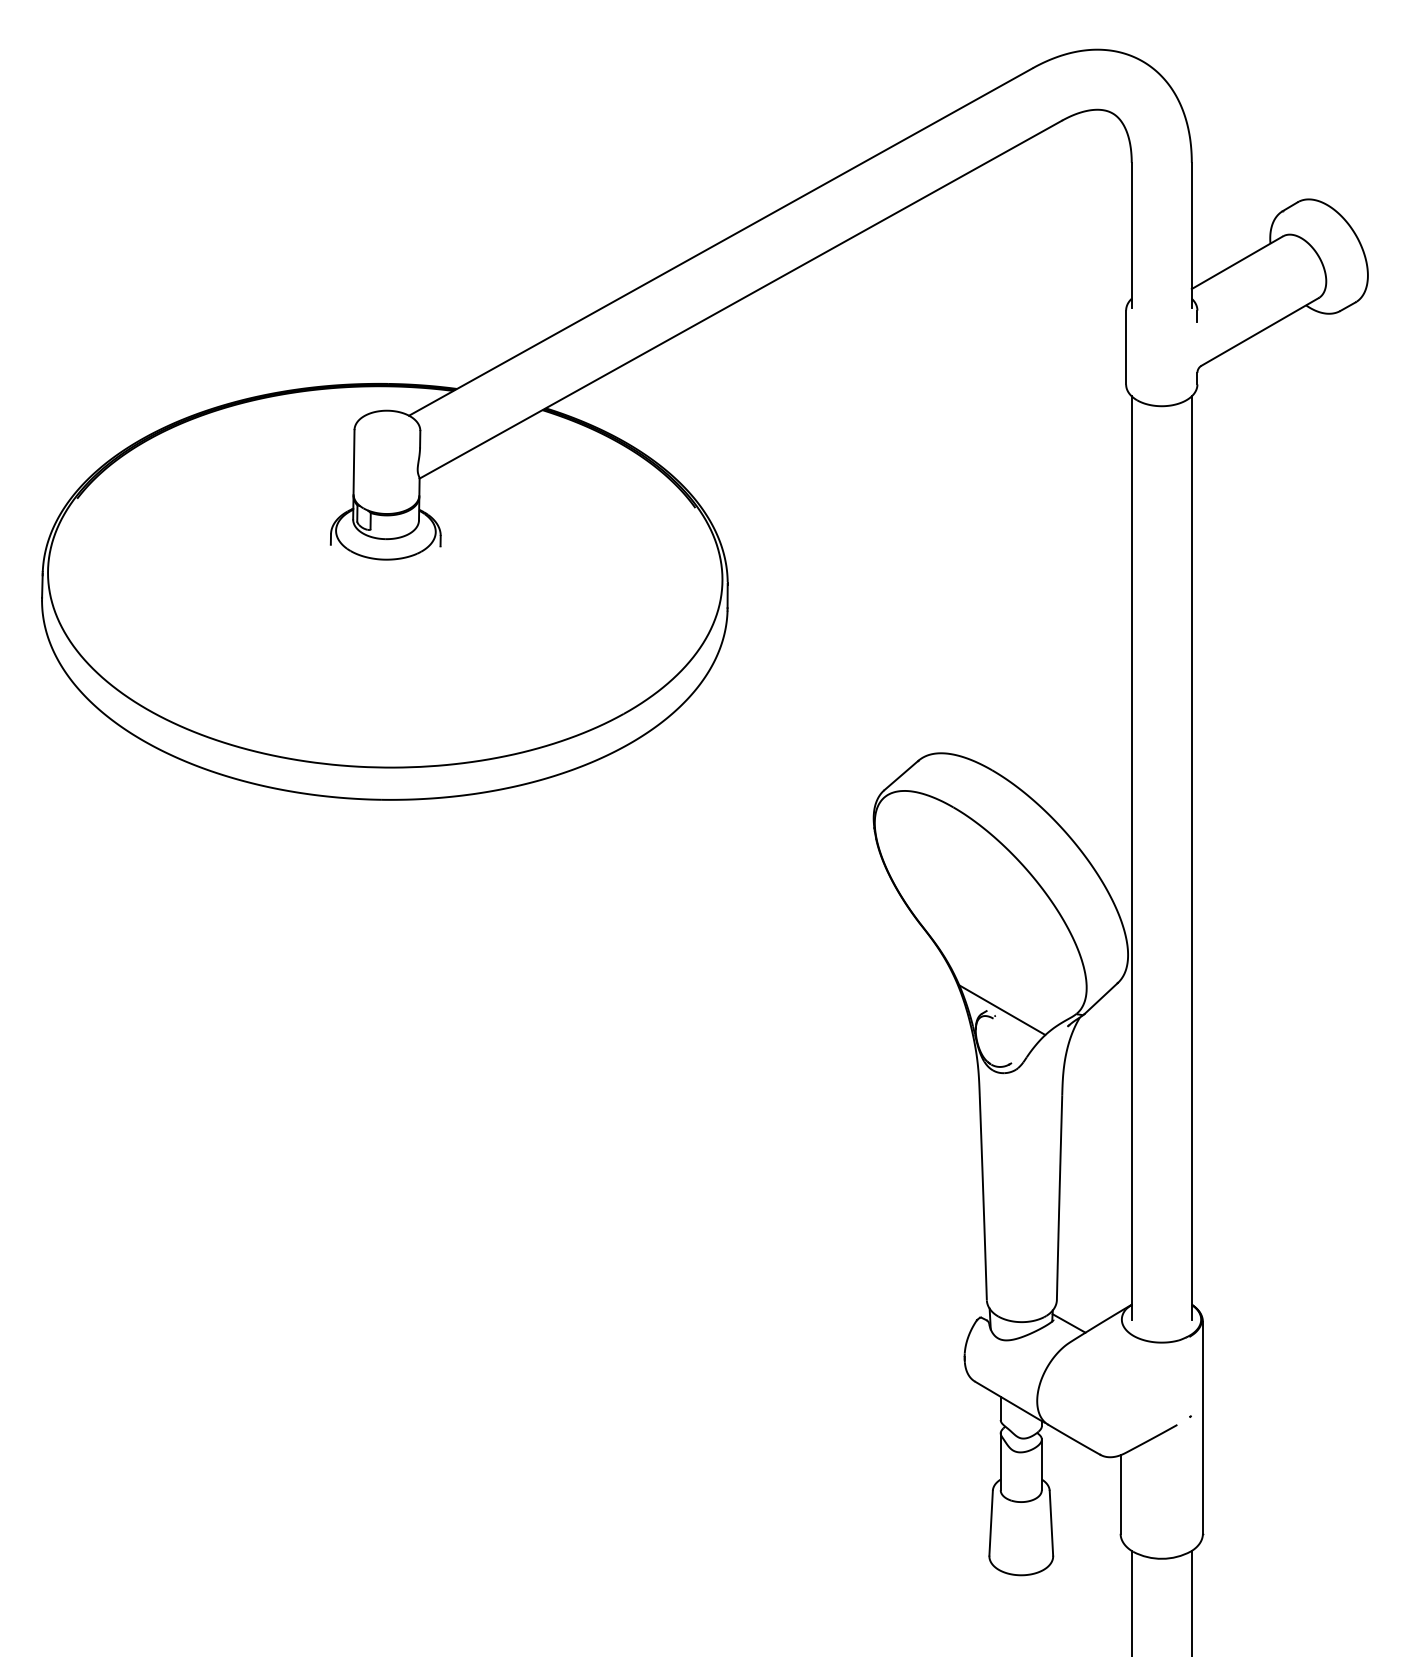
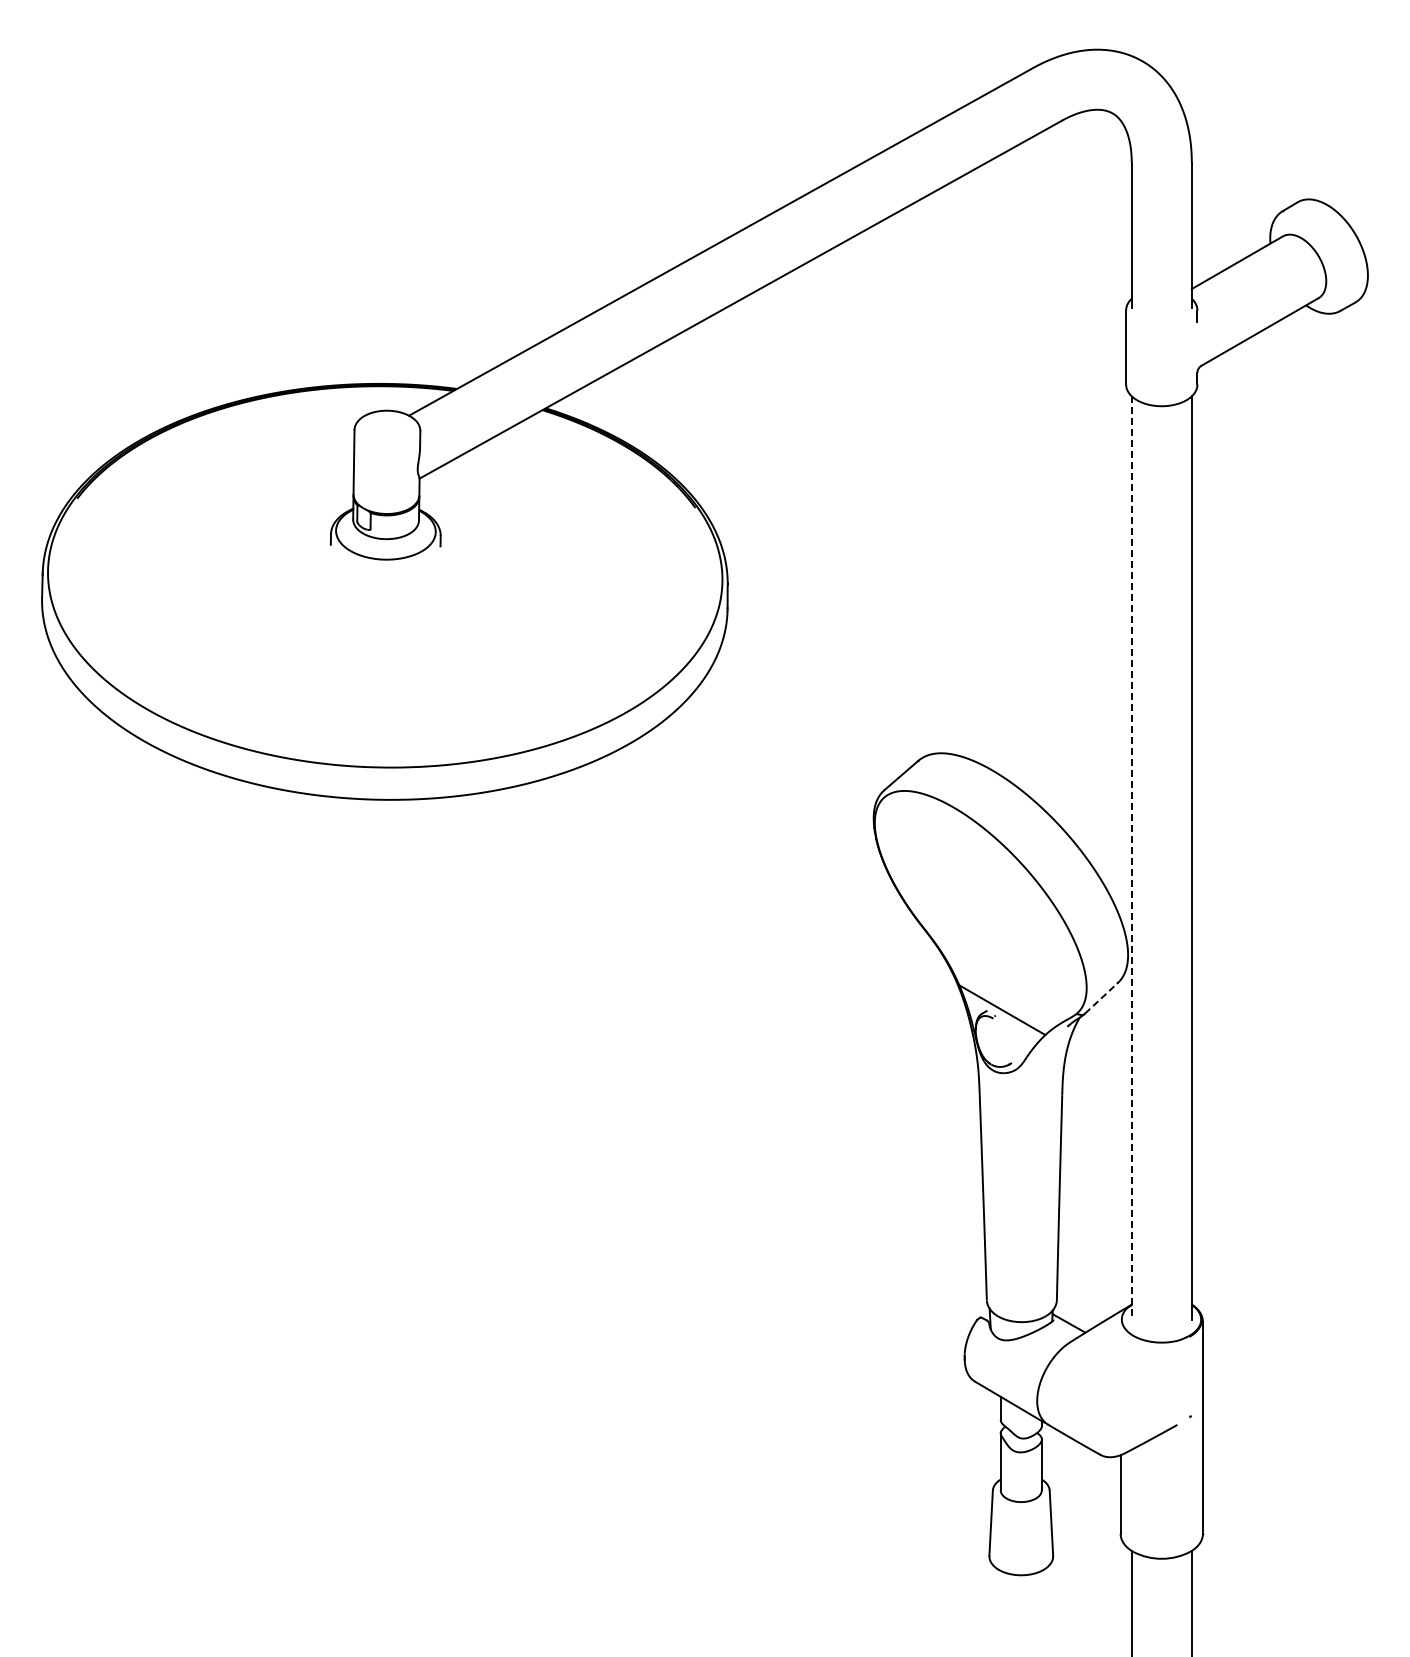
line at (1131, 857): solid -> dashed
line at (1101, 998): solid -> dashed
